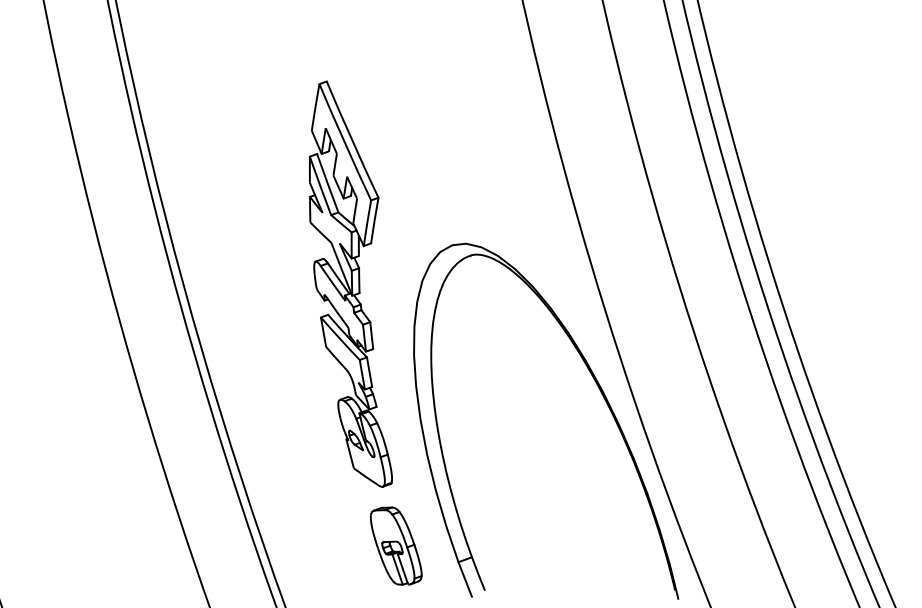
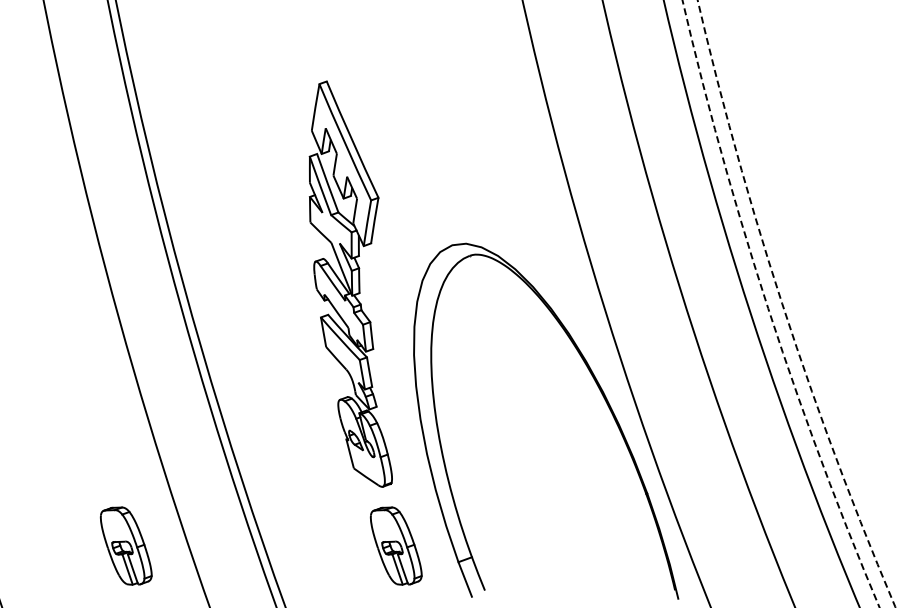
circle at (780, 303): solid -> dashed
circle at (796, 303): solid -> dashed
part at (126, 545): none -> present
